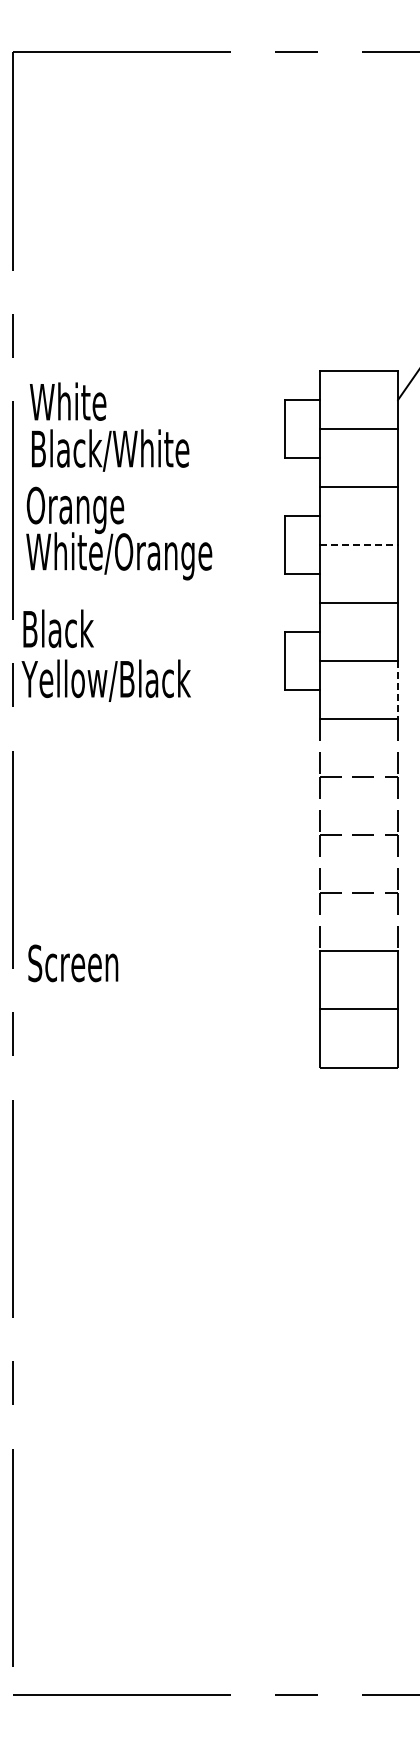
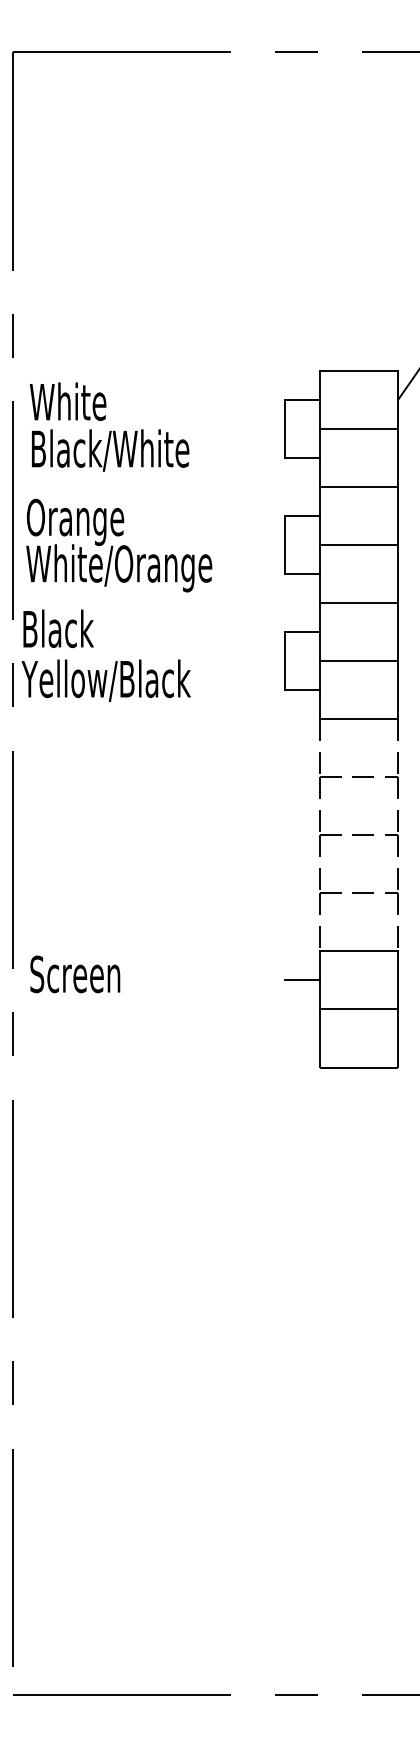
text at (119, 533) position: (119, 533) -> (119, 545)
line at (359, 545): dashed -> solid
line at (398, 690): dashed -> solid
text at (73, 963) position: (73, 963) -> (75, 974)
line at (302, 980): none -> present
